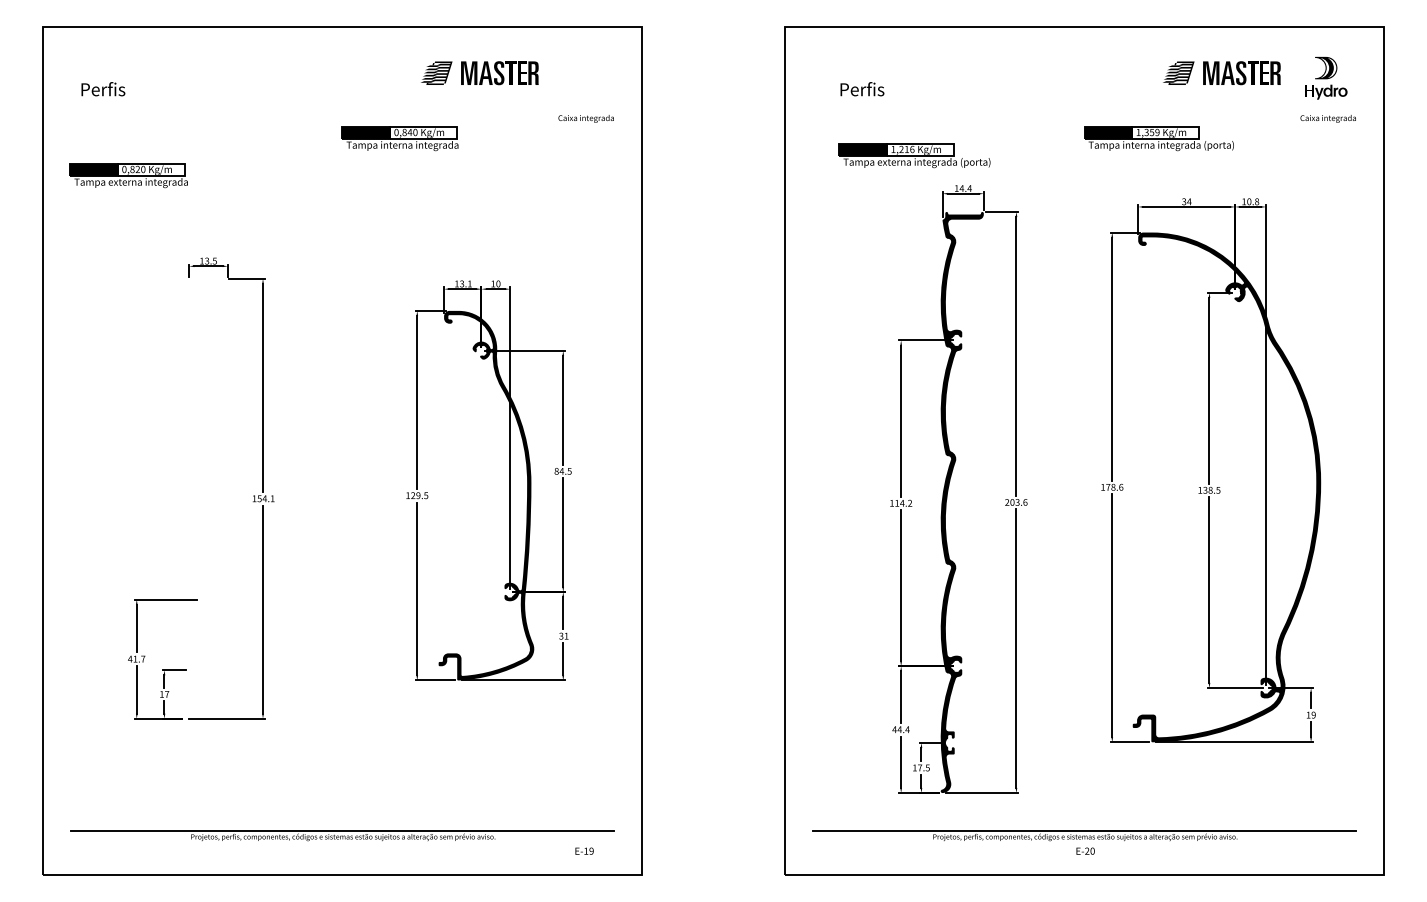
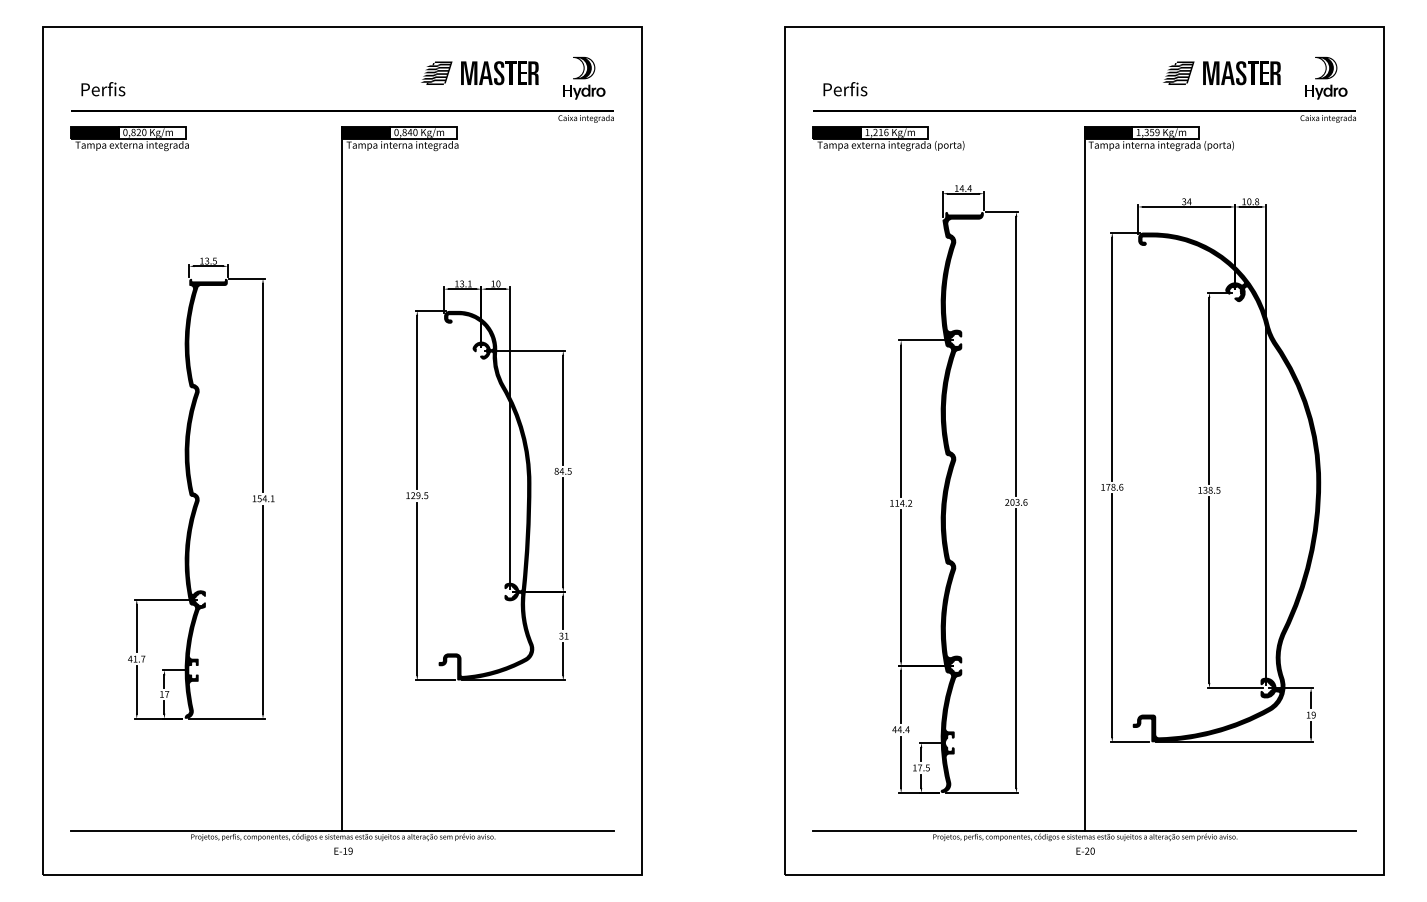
part at (584, 78): none -> present
text at (862, 89) position: (862, 89) -> (845, 89)
fill at (342, 110): none -> present
fill at (1084, 110): none -> present
part at (914, 155) position: (914, 155) -> (888, 138)
part at (128, 175) position: (128, 175) -> (129, 138)
line at (342, 478): none -> present
line at (1084, 478): none -> present
fill at (205, 498): none -> present
text at (584, 850) position: (584, 850) -> (343, 850)
